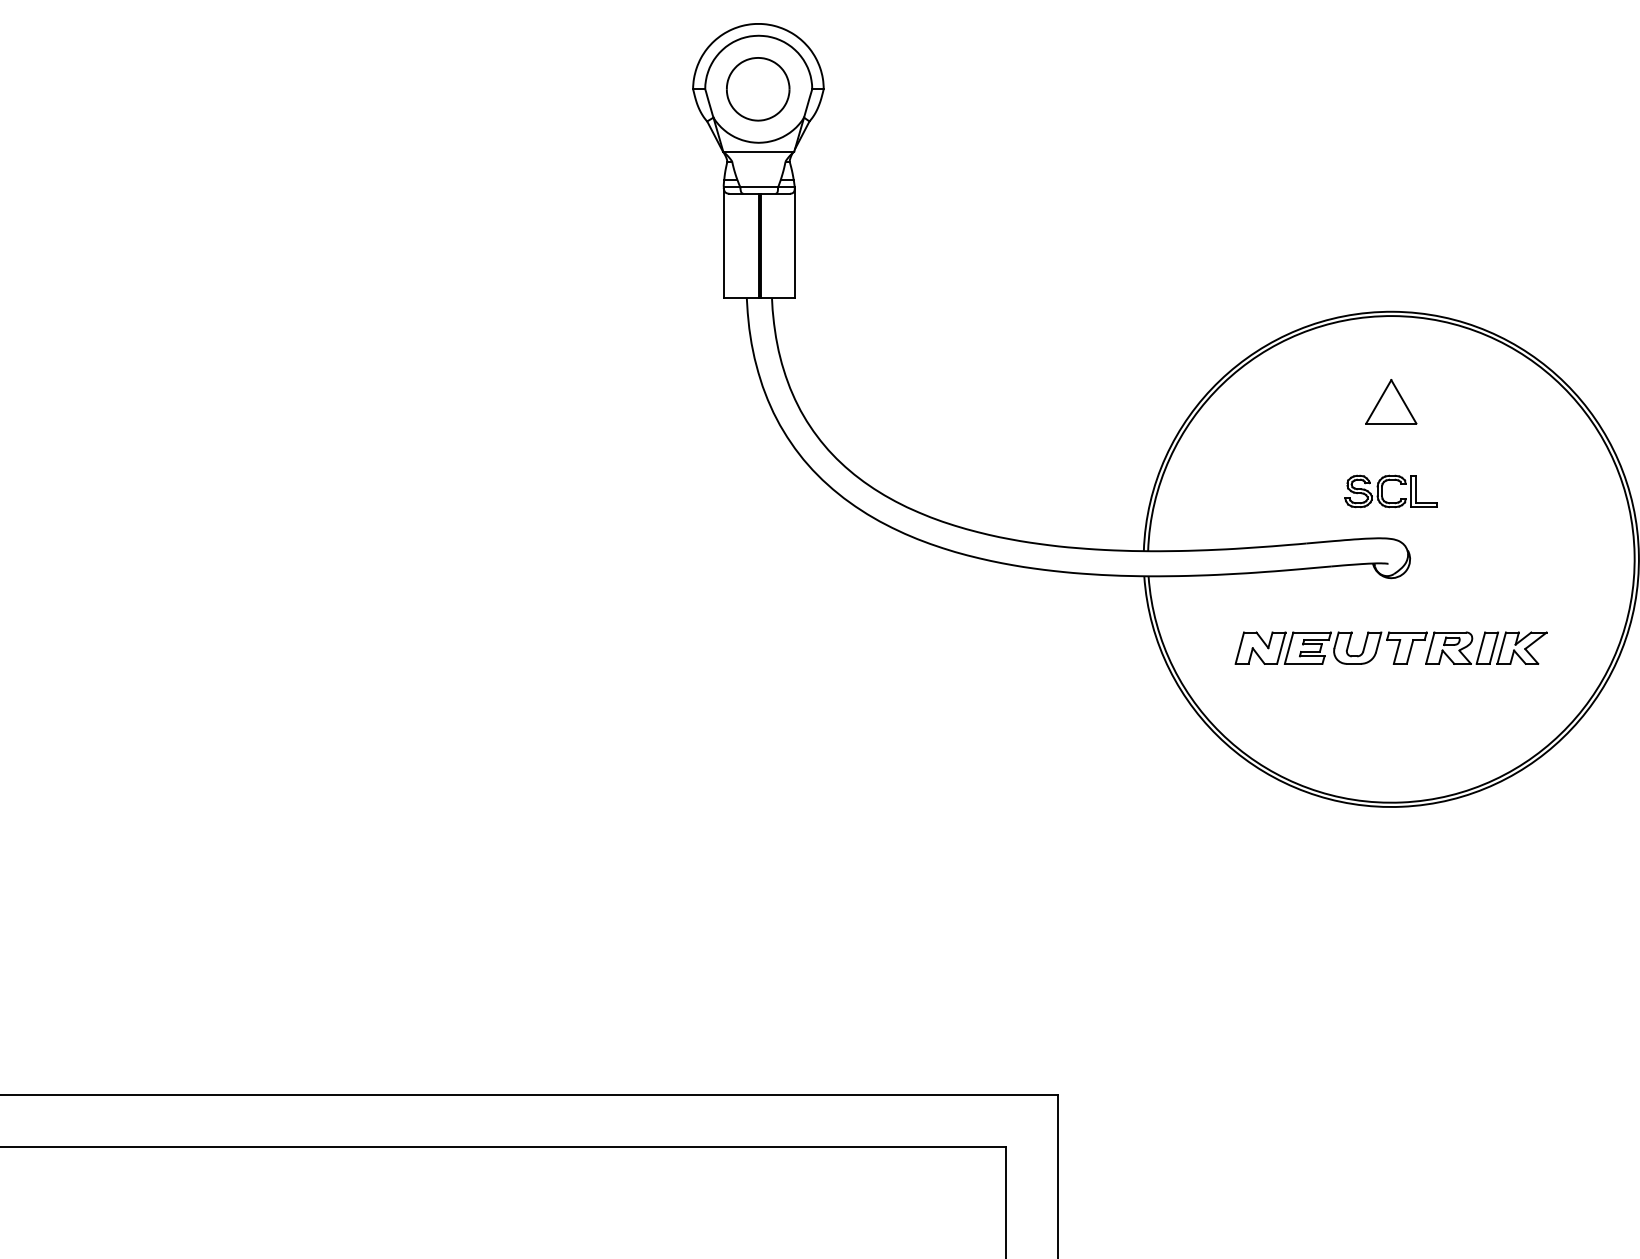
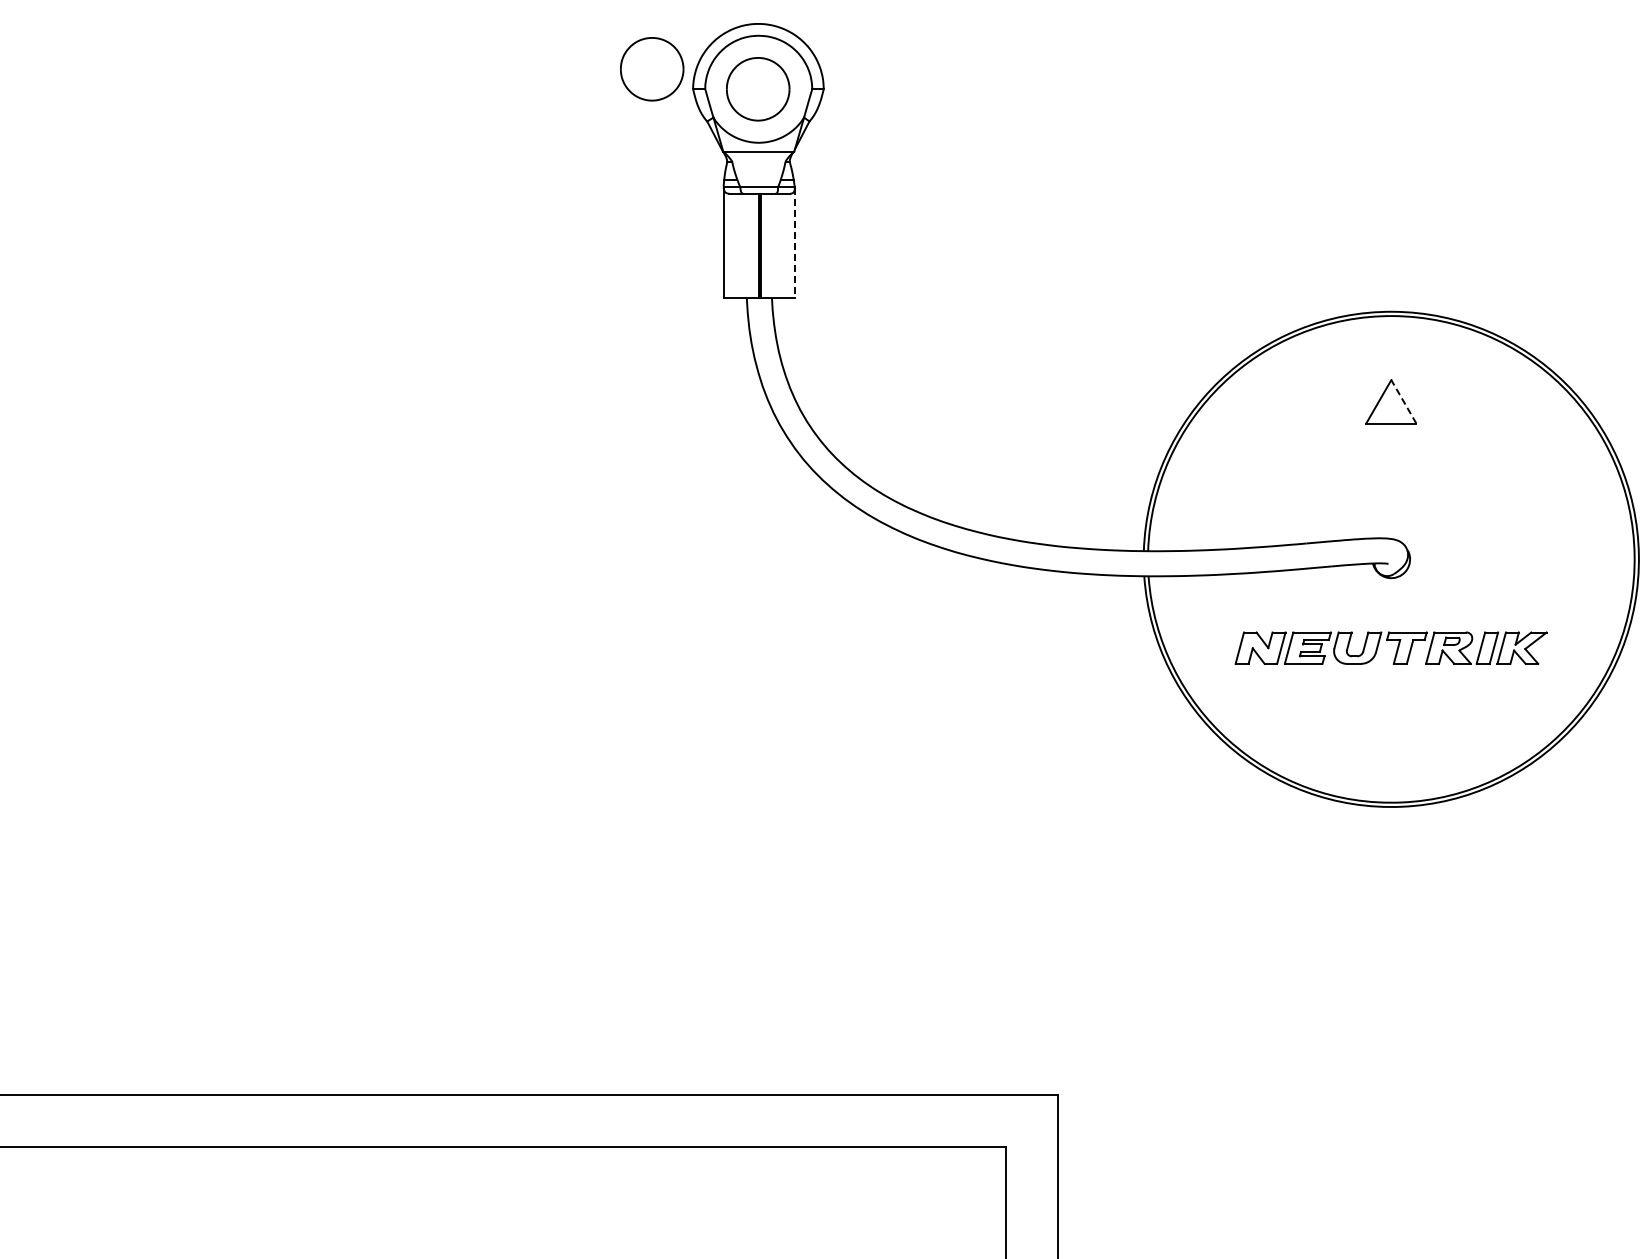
part at (652, 69): none -> present
line at (794, 243): solid -> dashed
line at (1403, 401): solid -> dashed
part at (1382, 491): present -> none
